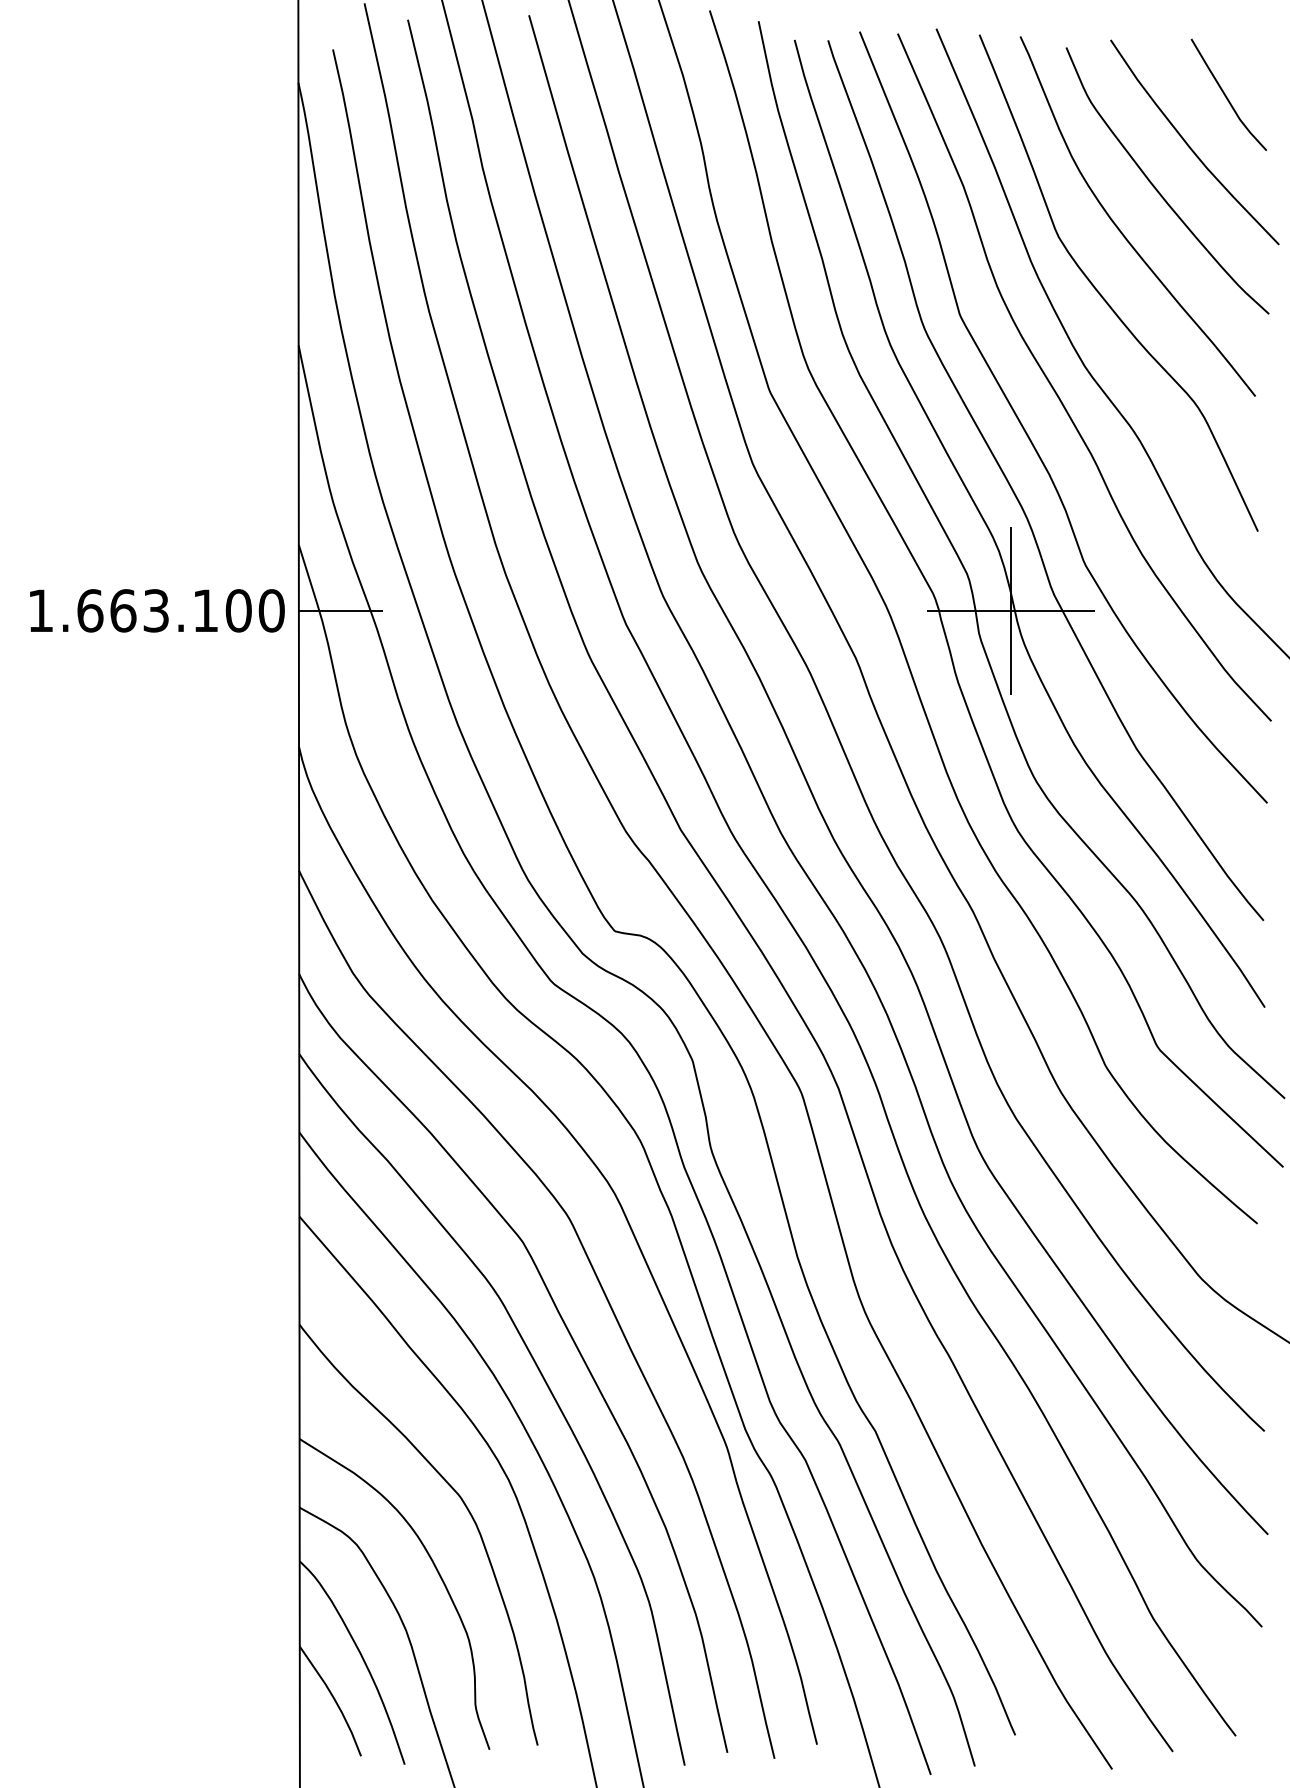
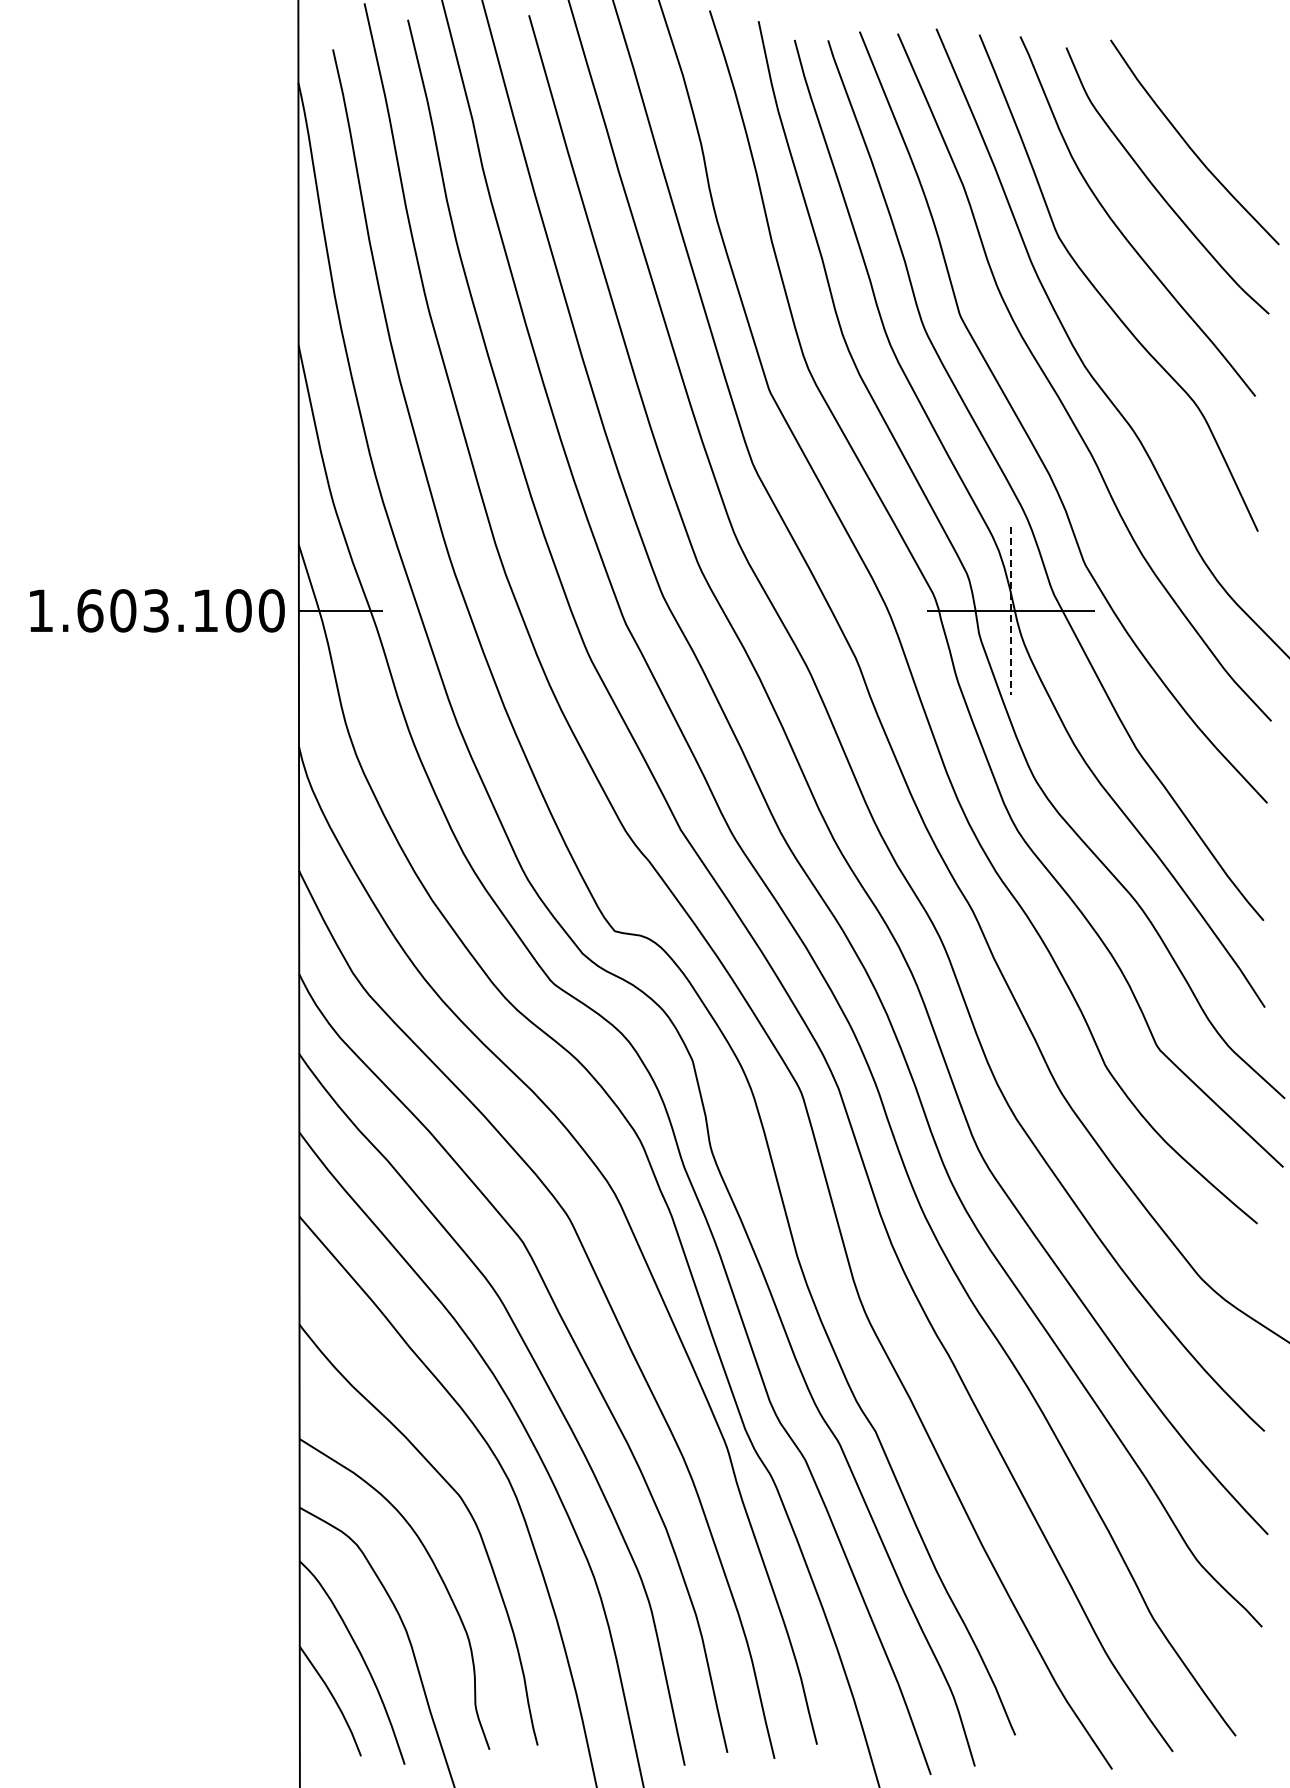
line at (1226, 95): present -> none
text at (123, 610): 1.663.100 -> 1.603.100
line at (1011, 611): solid -> dashed
